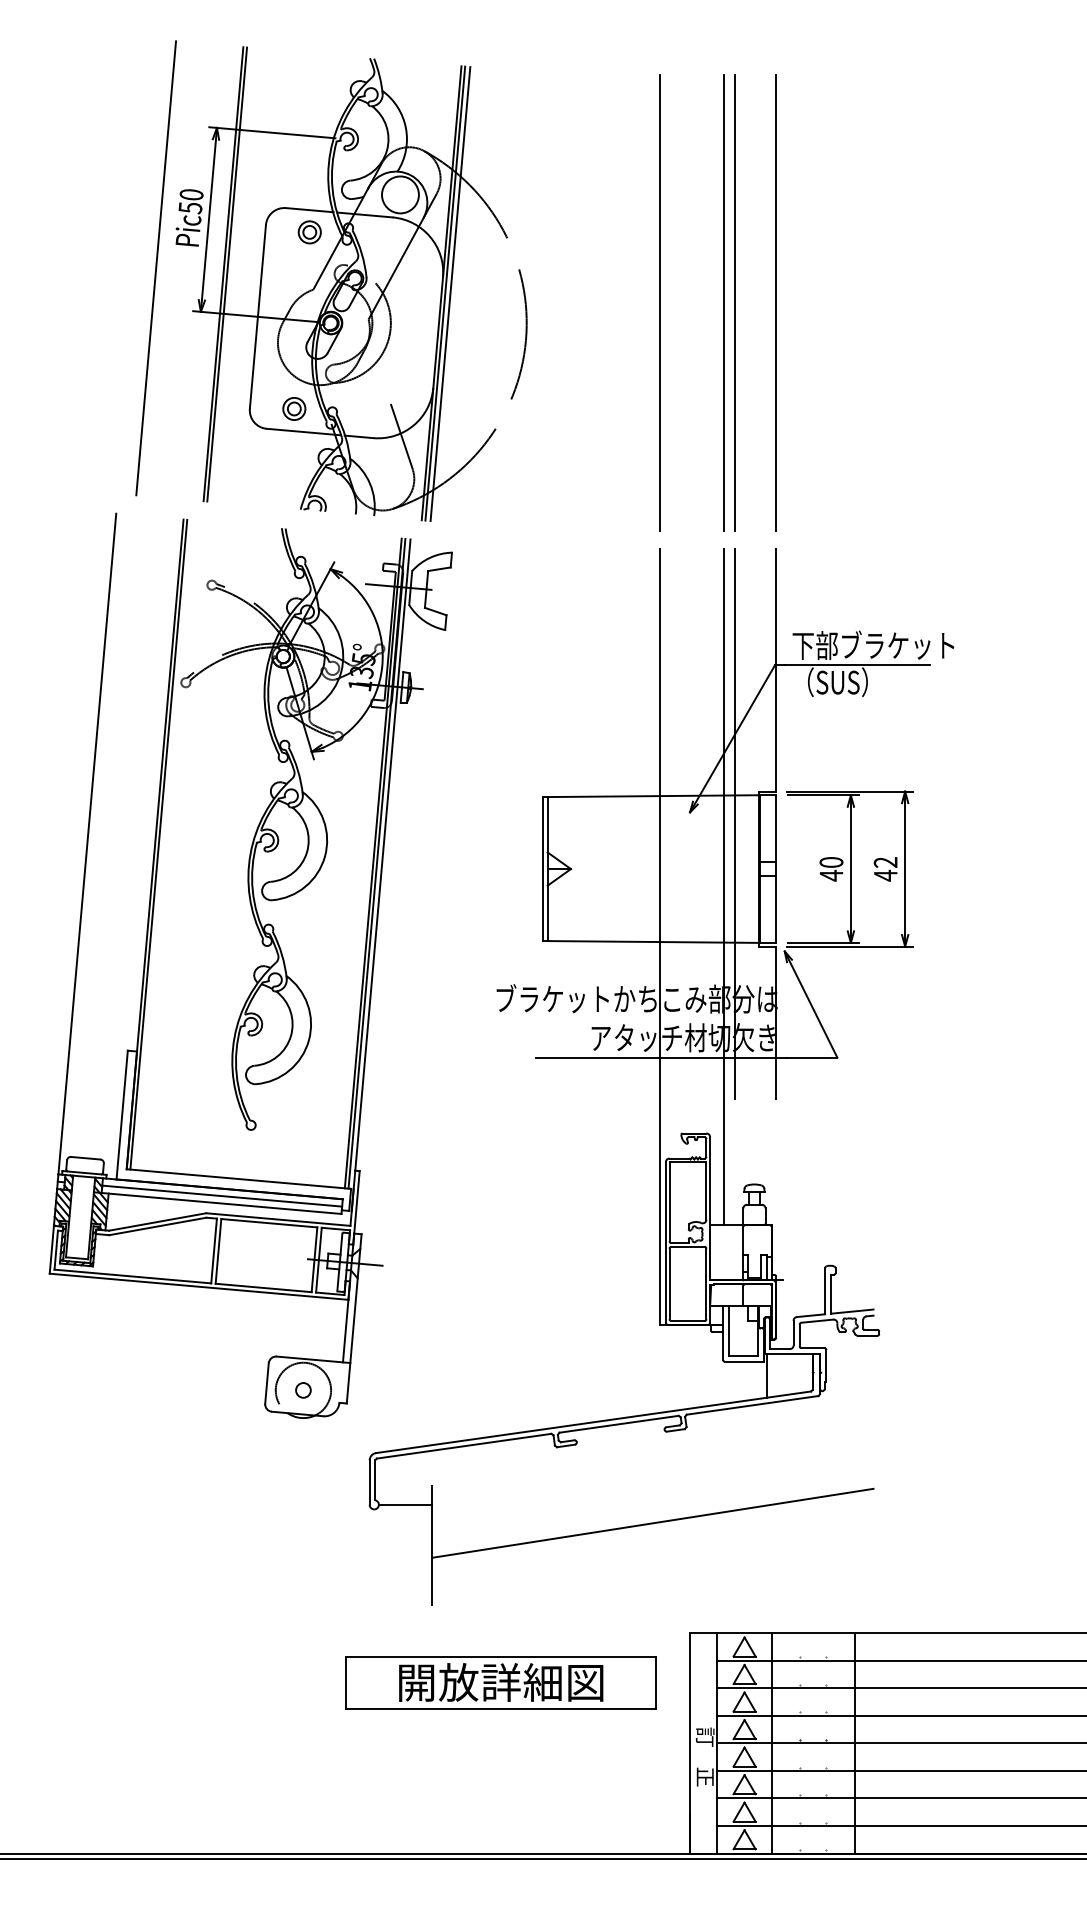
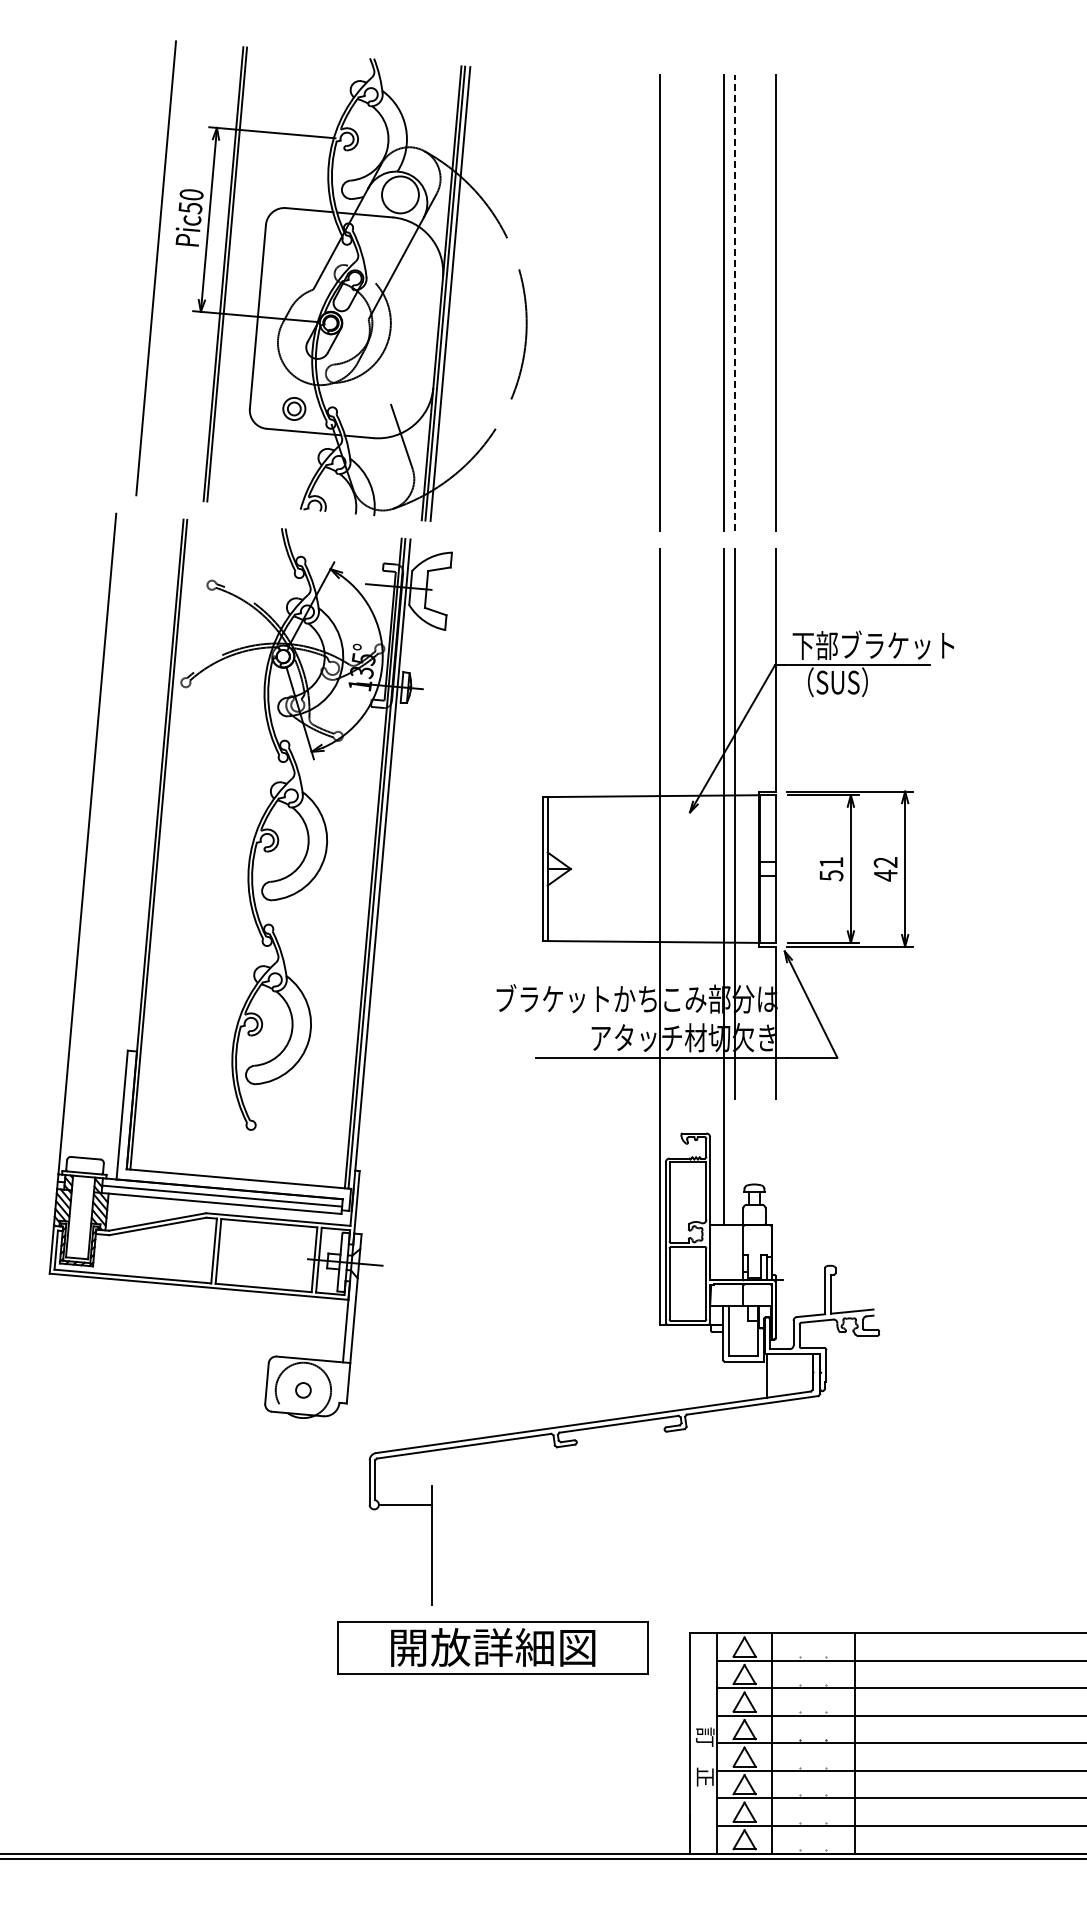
part at (309, 232): present -> none
line at (735, 302): solid -> dashed
text at (831, 869): 40 -> 51
line at (652, 1522): present -> none
part at (500, 1682) position: (500, 1682) -> (492, 1647)
